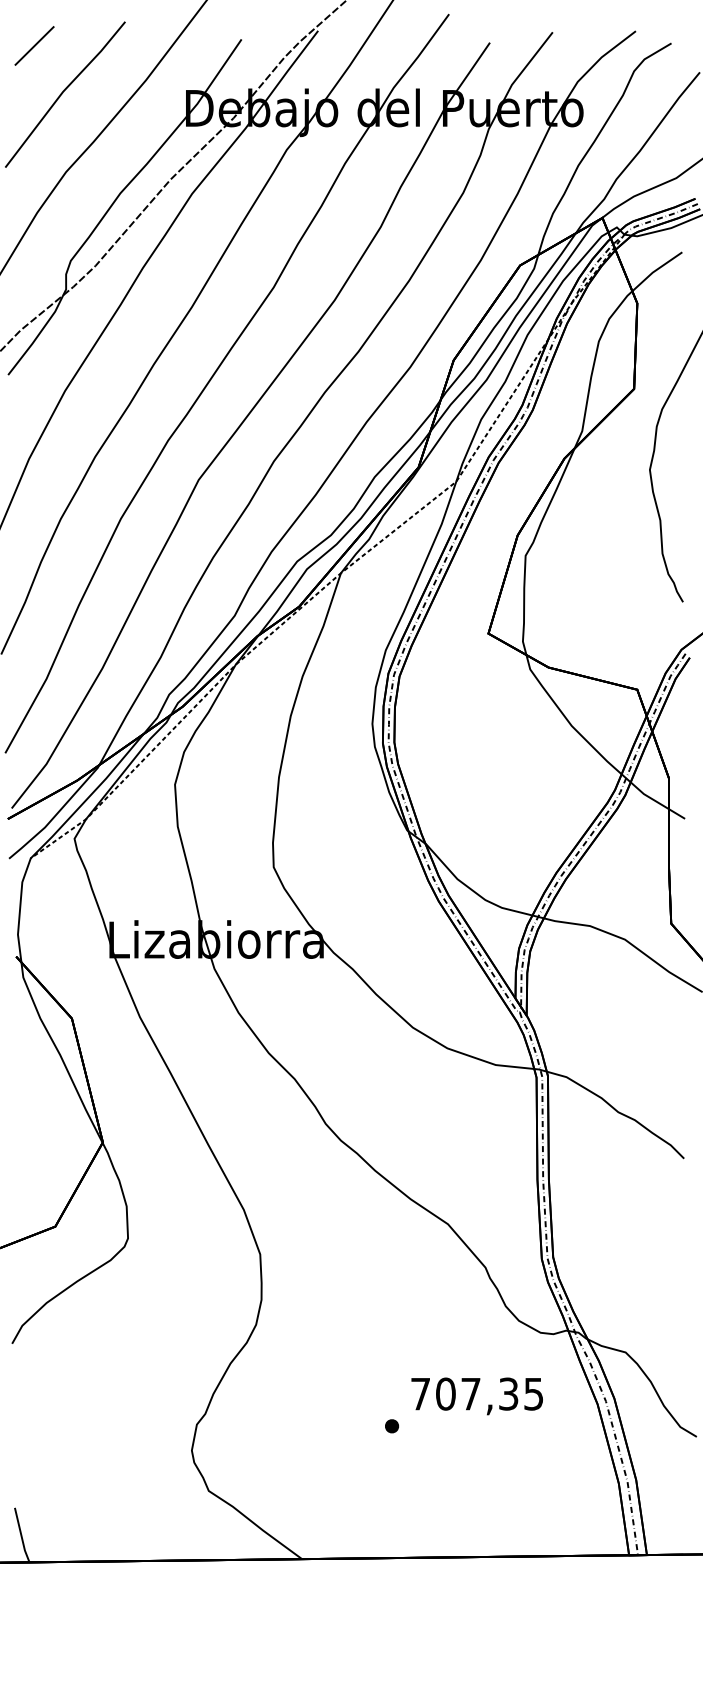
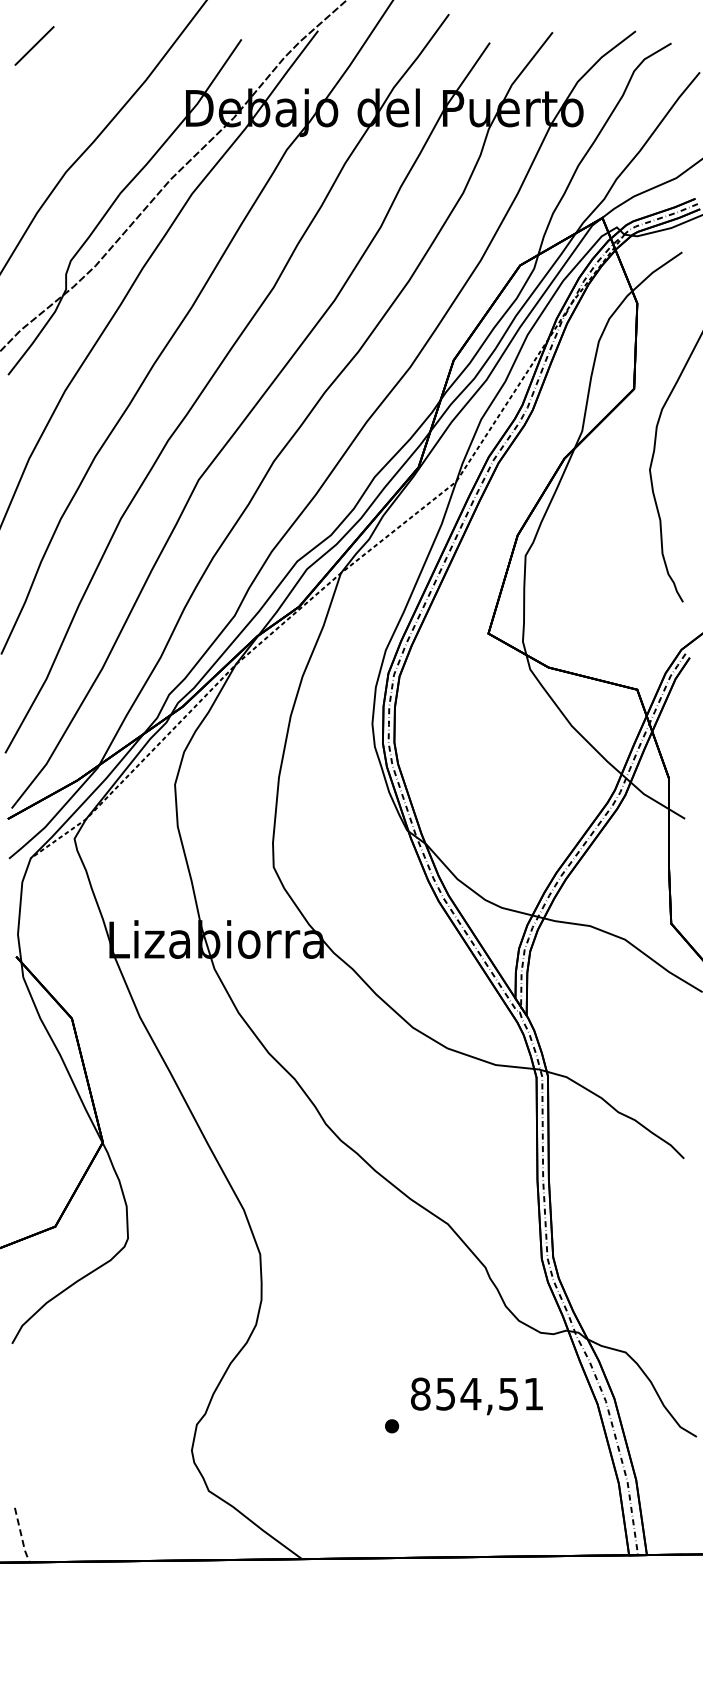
line at (63, 93): present -> none
text at (476, 1393): 707,35 -> 854,51
line at (21, 1536): solid -> dashed
